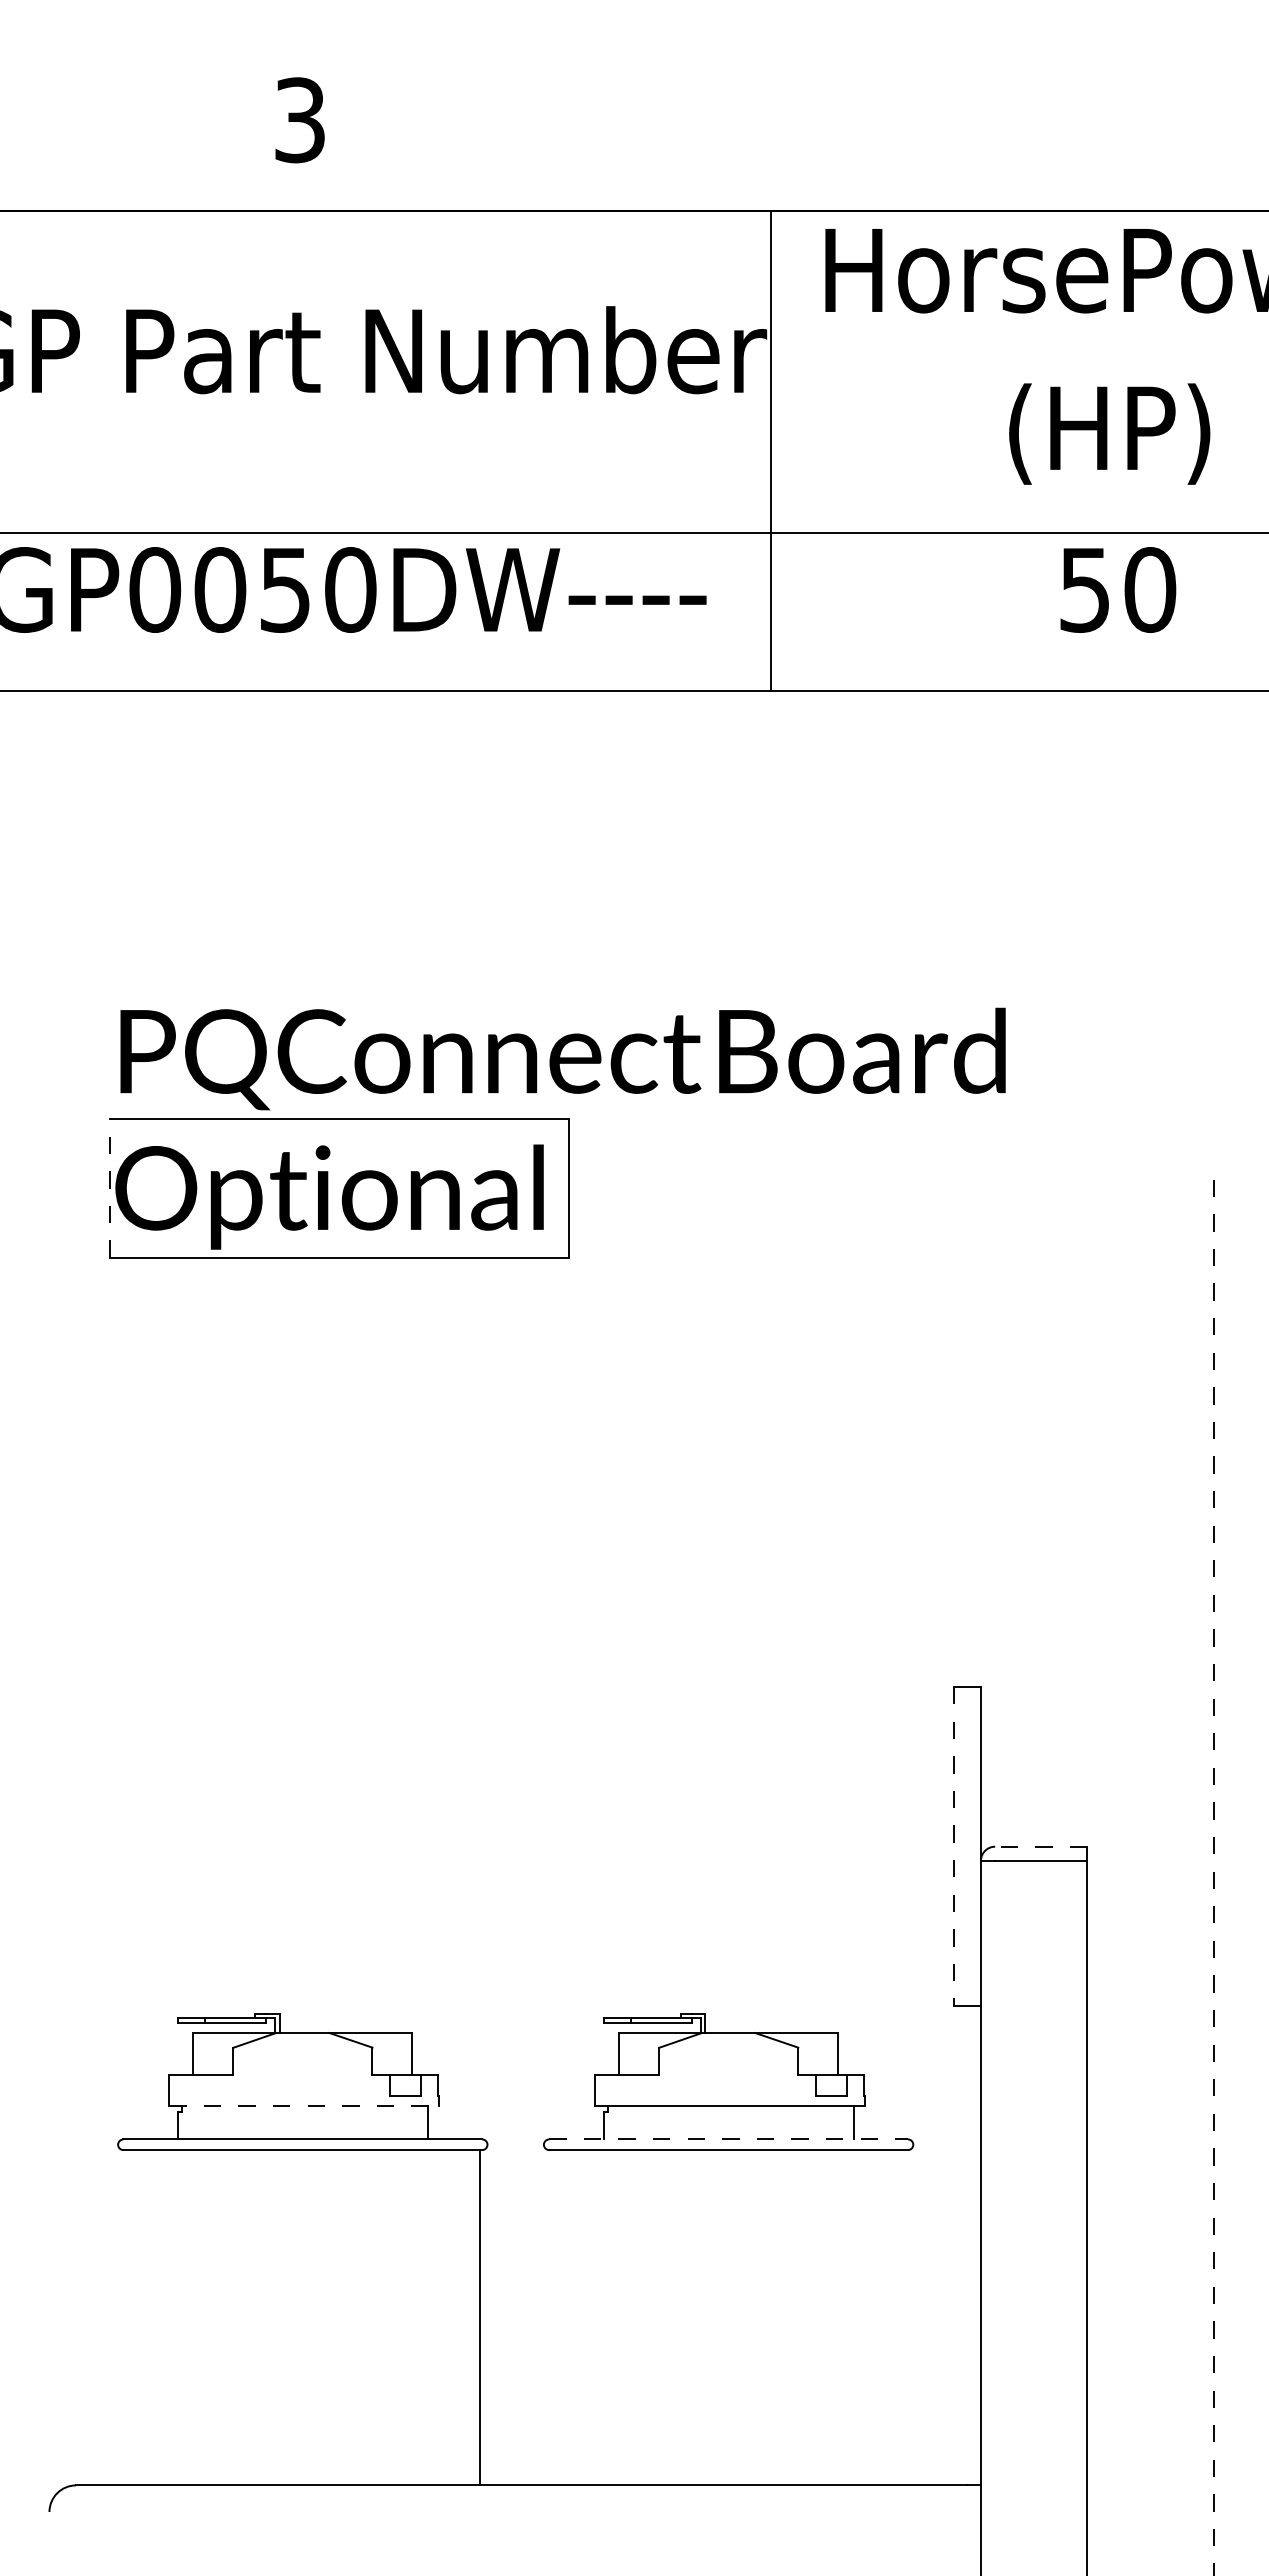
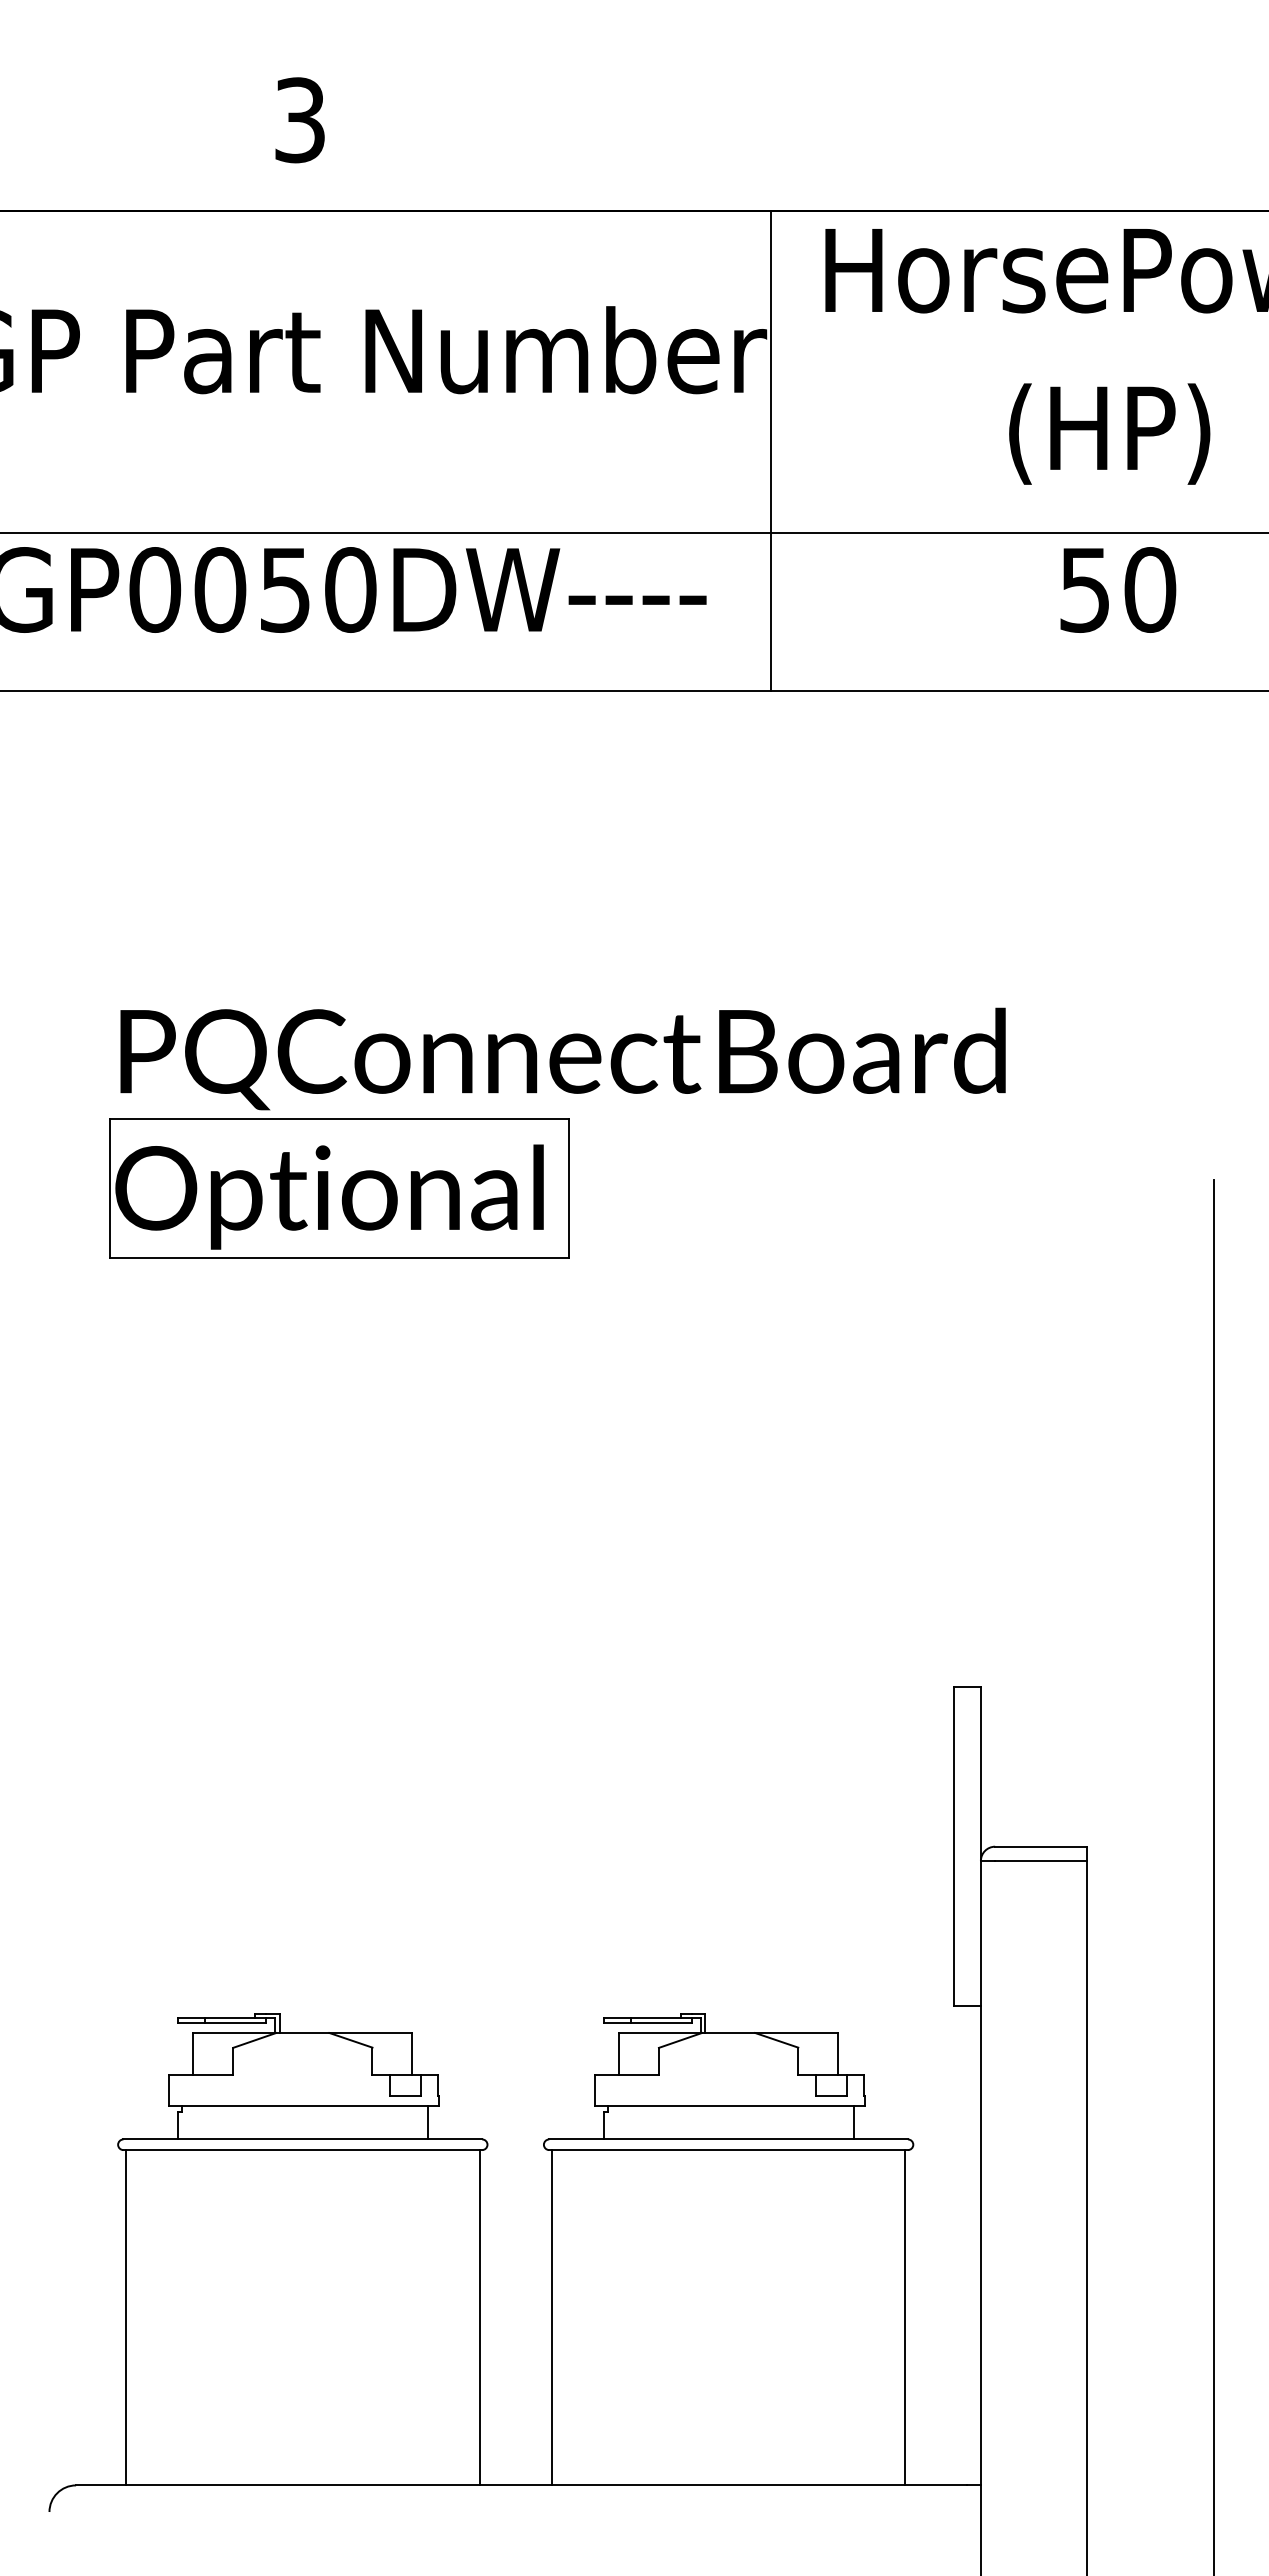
line at (109, 1188): dashed -> solid
line at (954, 1846): dashed -> solid
line at (1040, 1846): dashed -> solid
line at (1214, 1877): dashed -> solid
line at (304, 2106): dashed -> solid
line at (729, 2139): dashed -> solid
line at (126, 2317): none -> present
line at (551, 2317): none -> present
line at (905, 2317): none -> present
